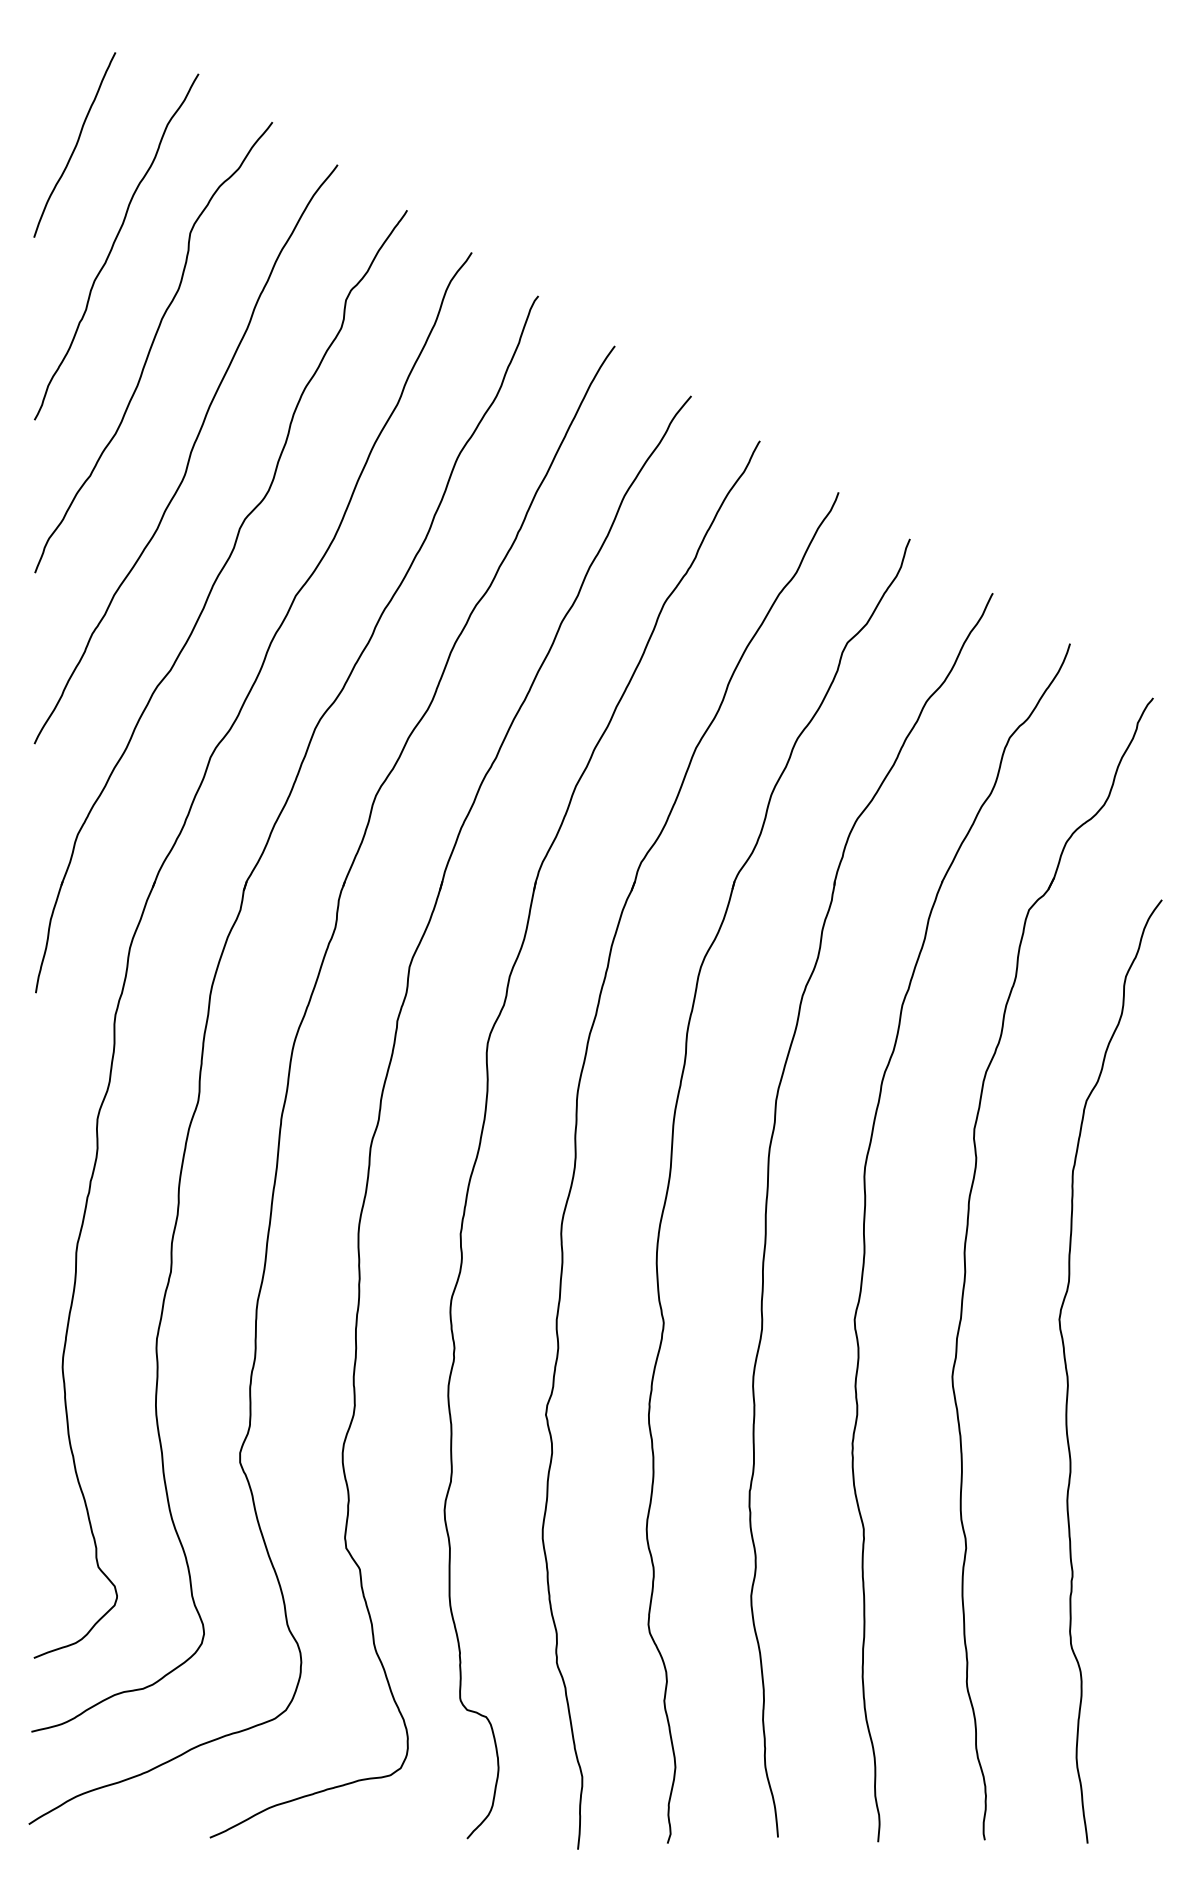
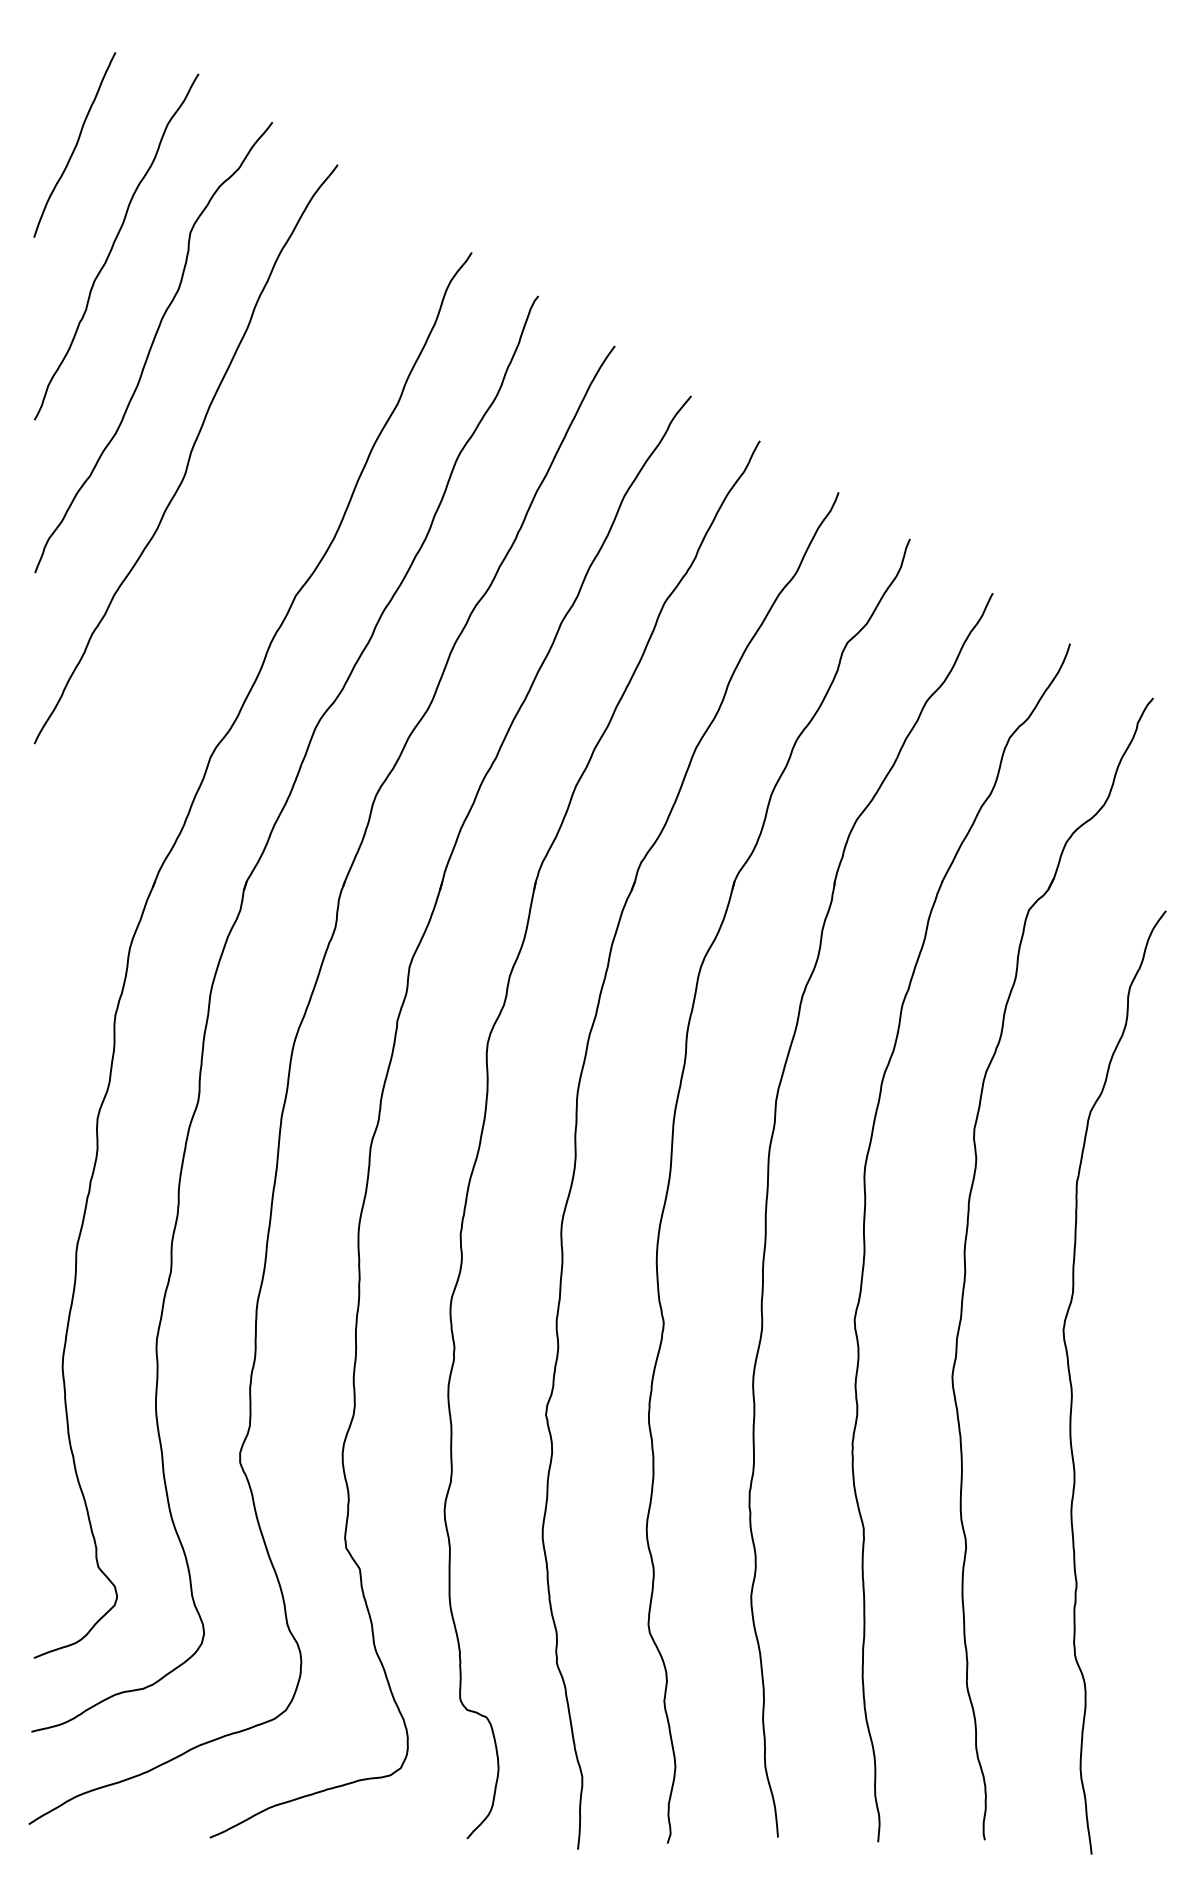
part at (209, 596): present -> none
curve at (1068, 1375) position: (1068, 1375) -> (1072, 1386)
